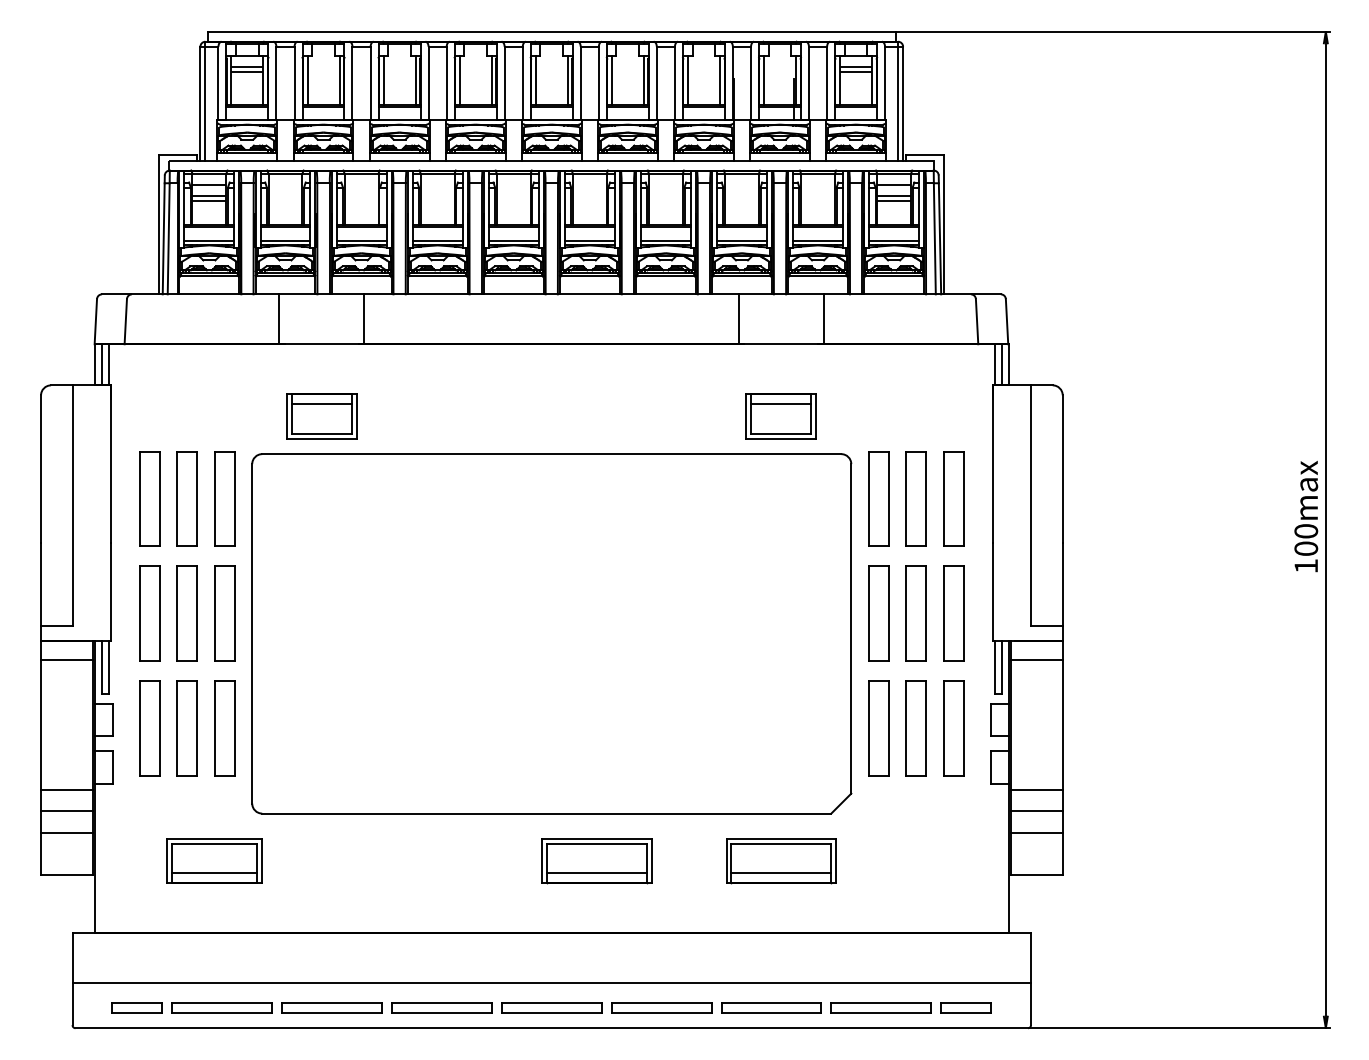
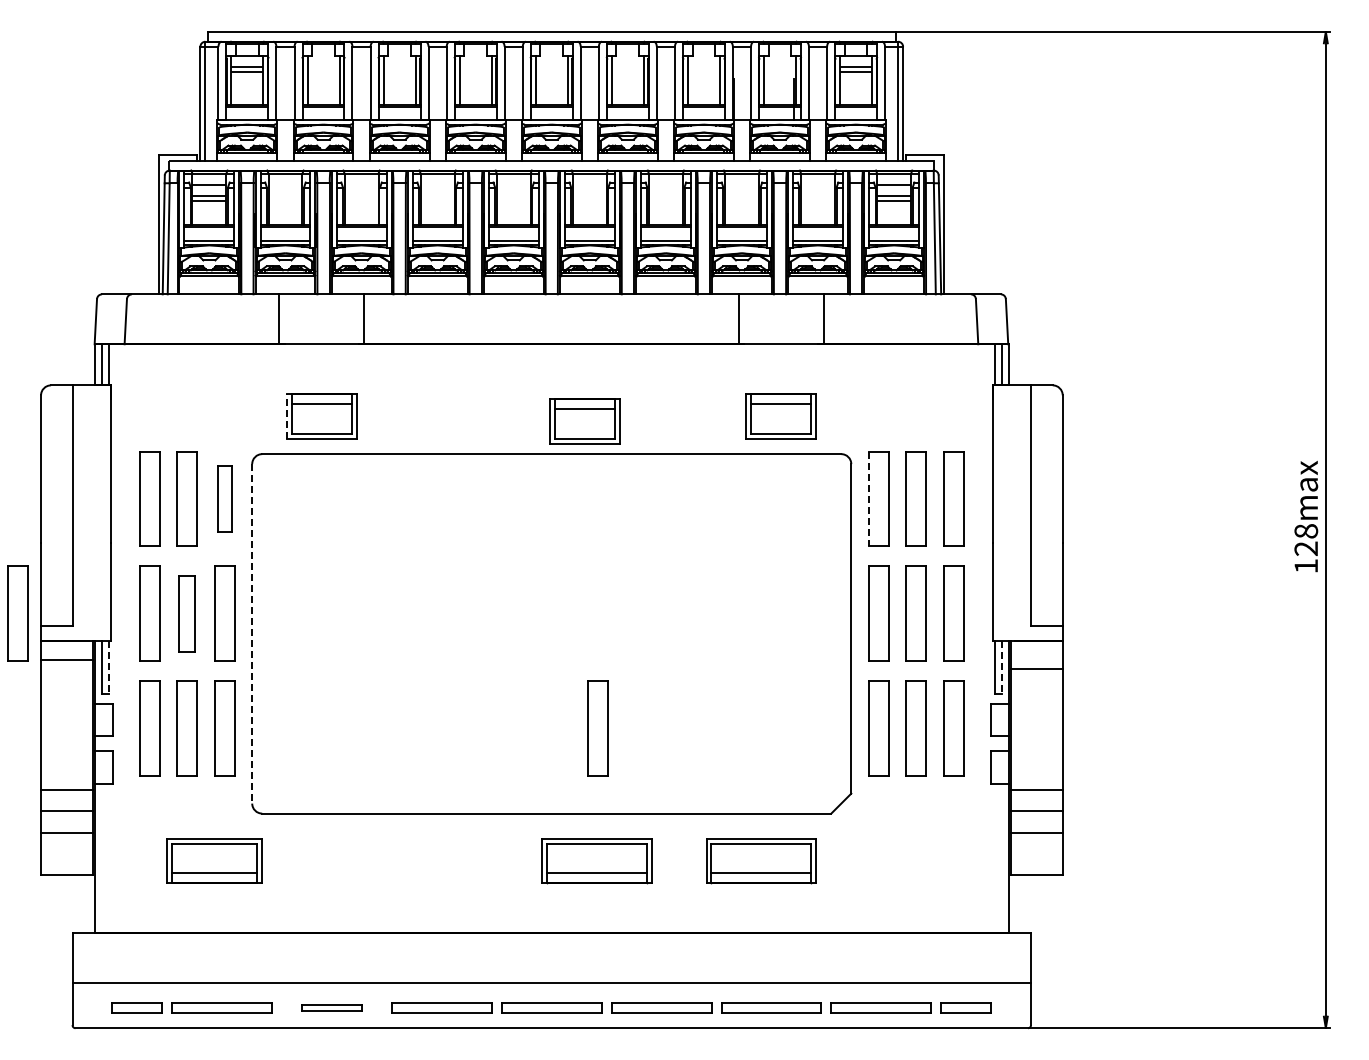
line at (287, 416): solid -> dashed
part at (584, 421): none -> present
part at (224, 498) size: 22x96 px -> 16x68 px
line at (868, 499): solid -> dashed
text at (1306, 539): 100max -> 128max
part at (17, 613): none -> present
part at (186, 613) size: 22x97 px -> 18x78 px
line at (252, 633): solid -> dashed
line at (1036, 659) position: (1036, 659) -> (1036, 668)
line at (108, 667): solid -> dashed
line at (1001, 667): solid -> dashed
part at (597, 728): none -> present
part at (781, 861) position: (781, 861) -> (761, 861)
part at (331, 1007) size: 102x12 px -> 62x8 px
